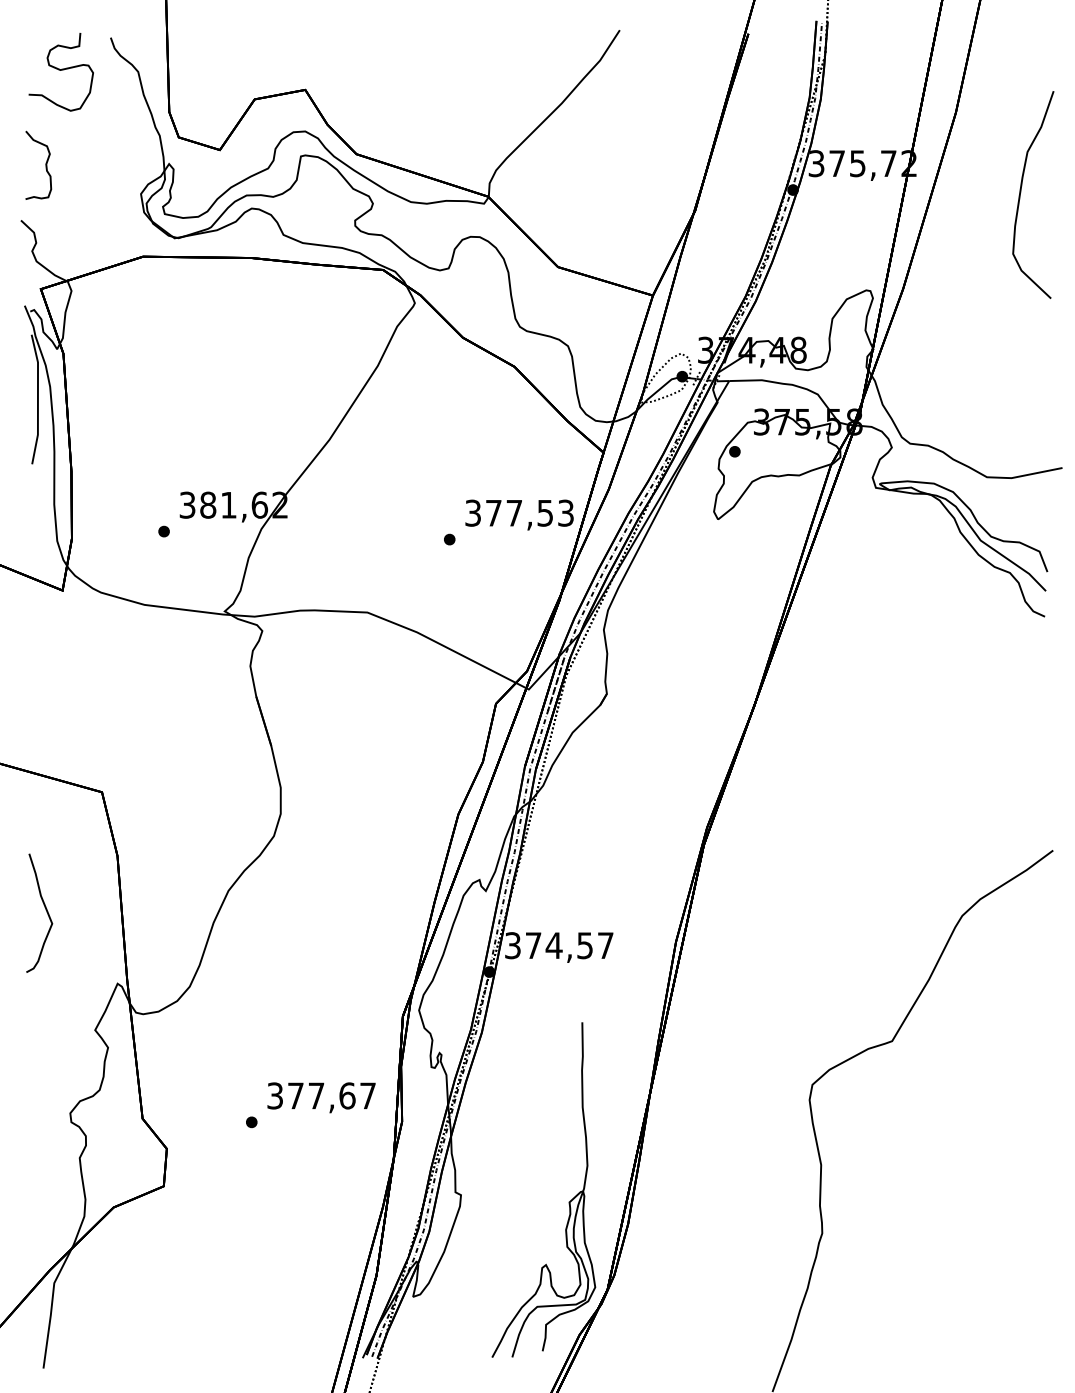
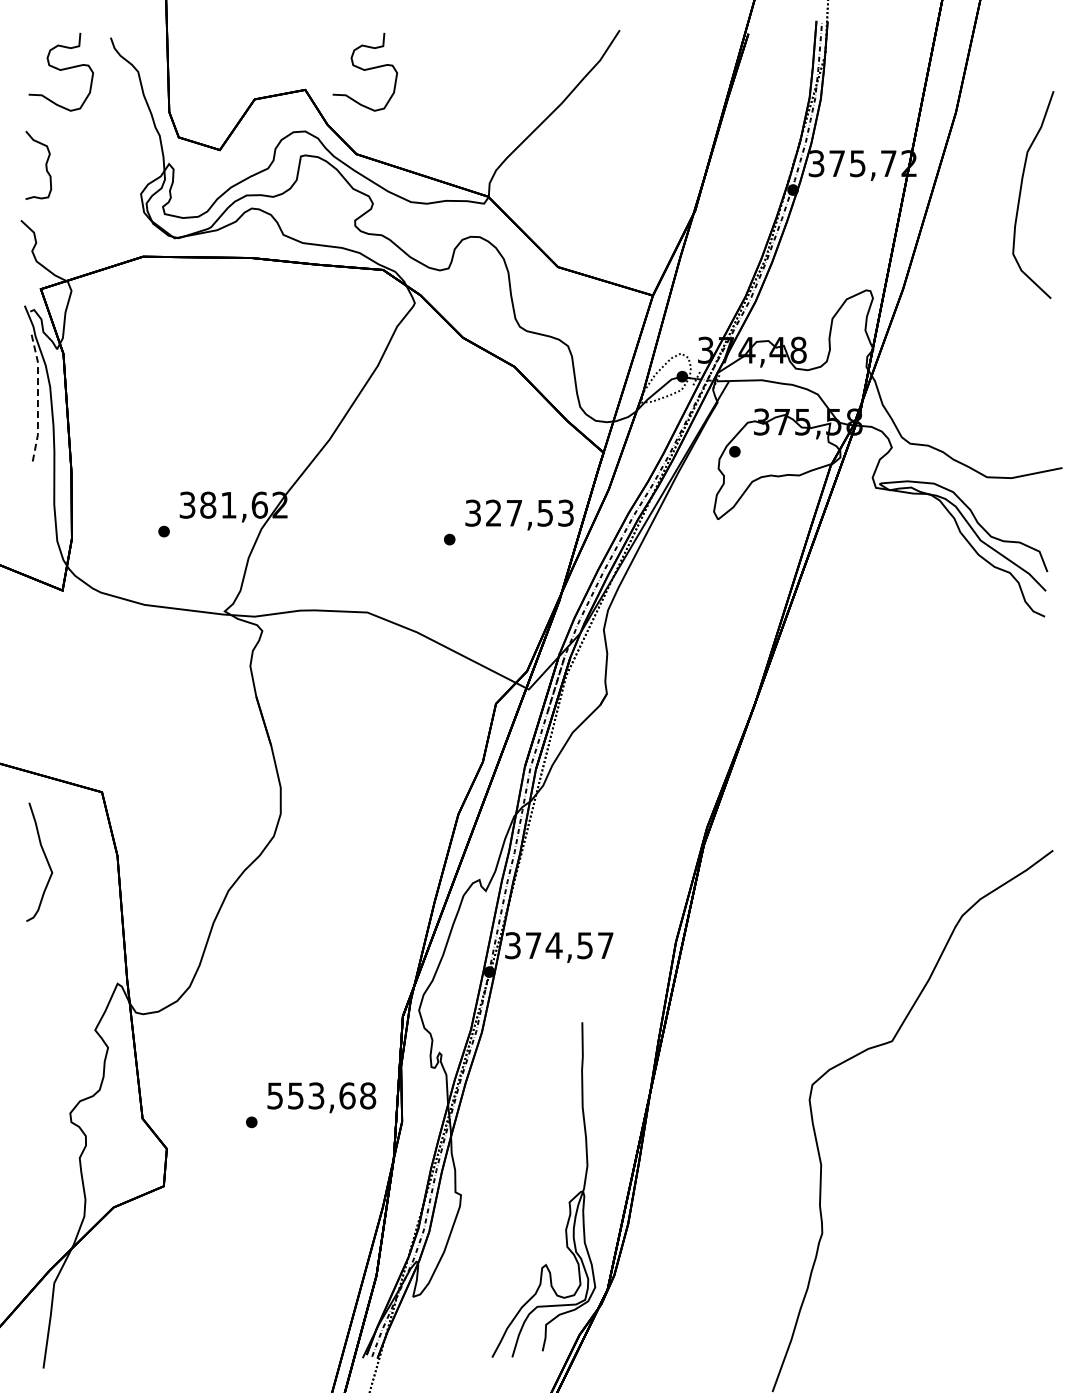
curve at (364, 70): none -> present
line at (37, 399): solid -> dashed
text at (493, 512): 377,53 -> 327,53
curve at (45, 910) position: (45, 910) -> (45, 859)
text at (322, 1095): 377,67 -> 553,68
